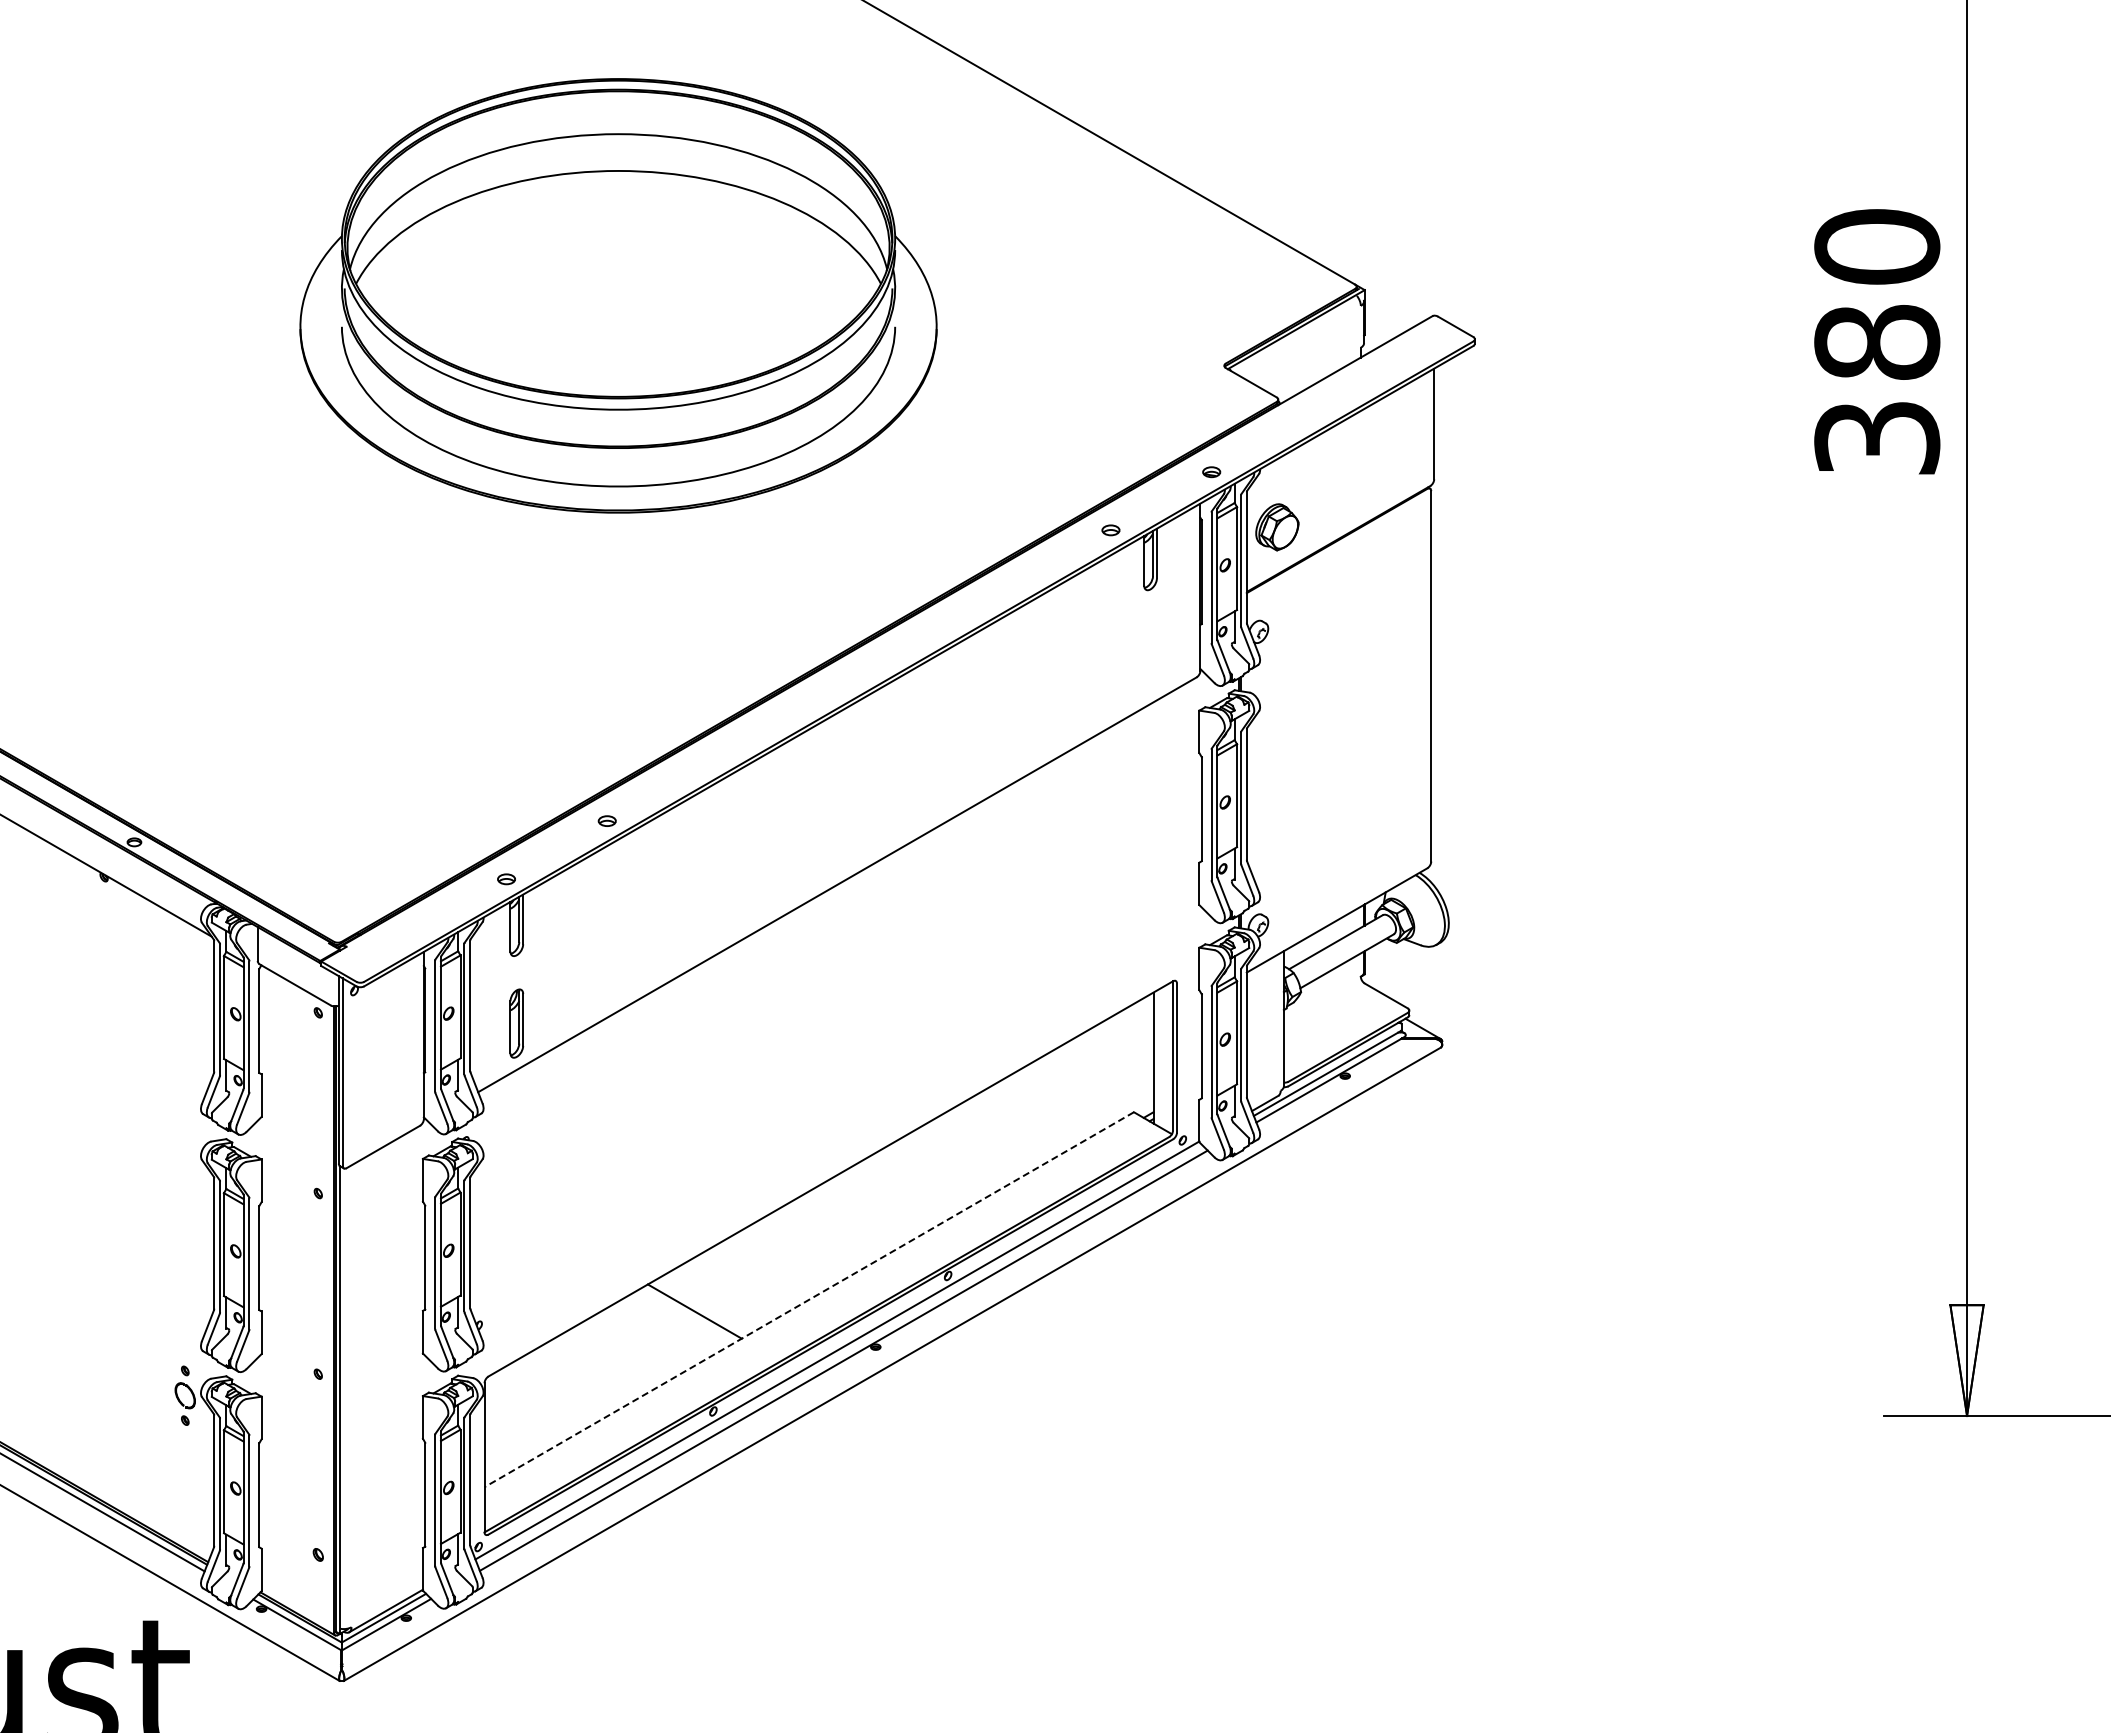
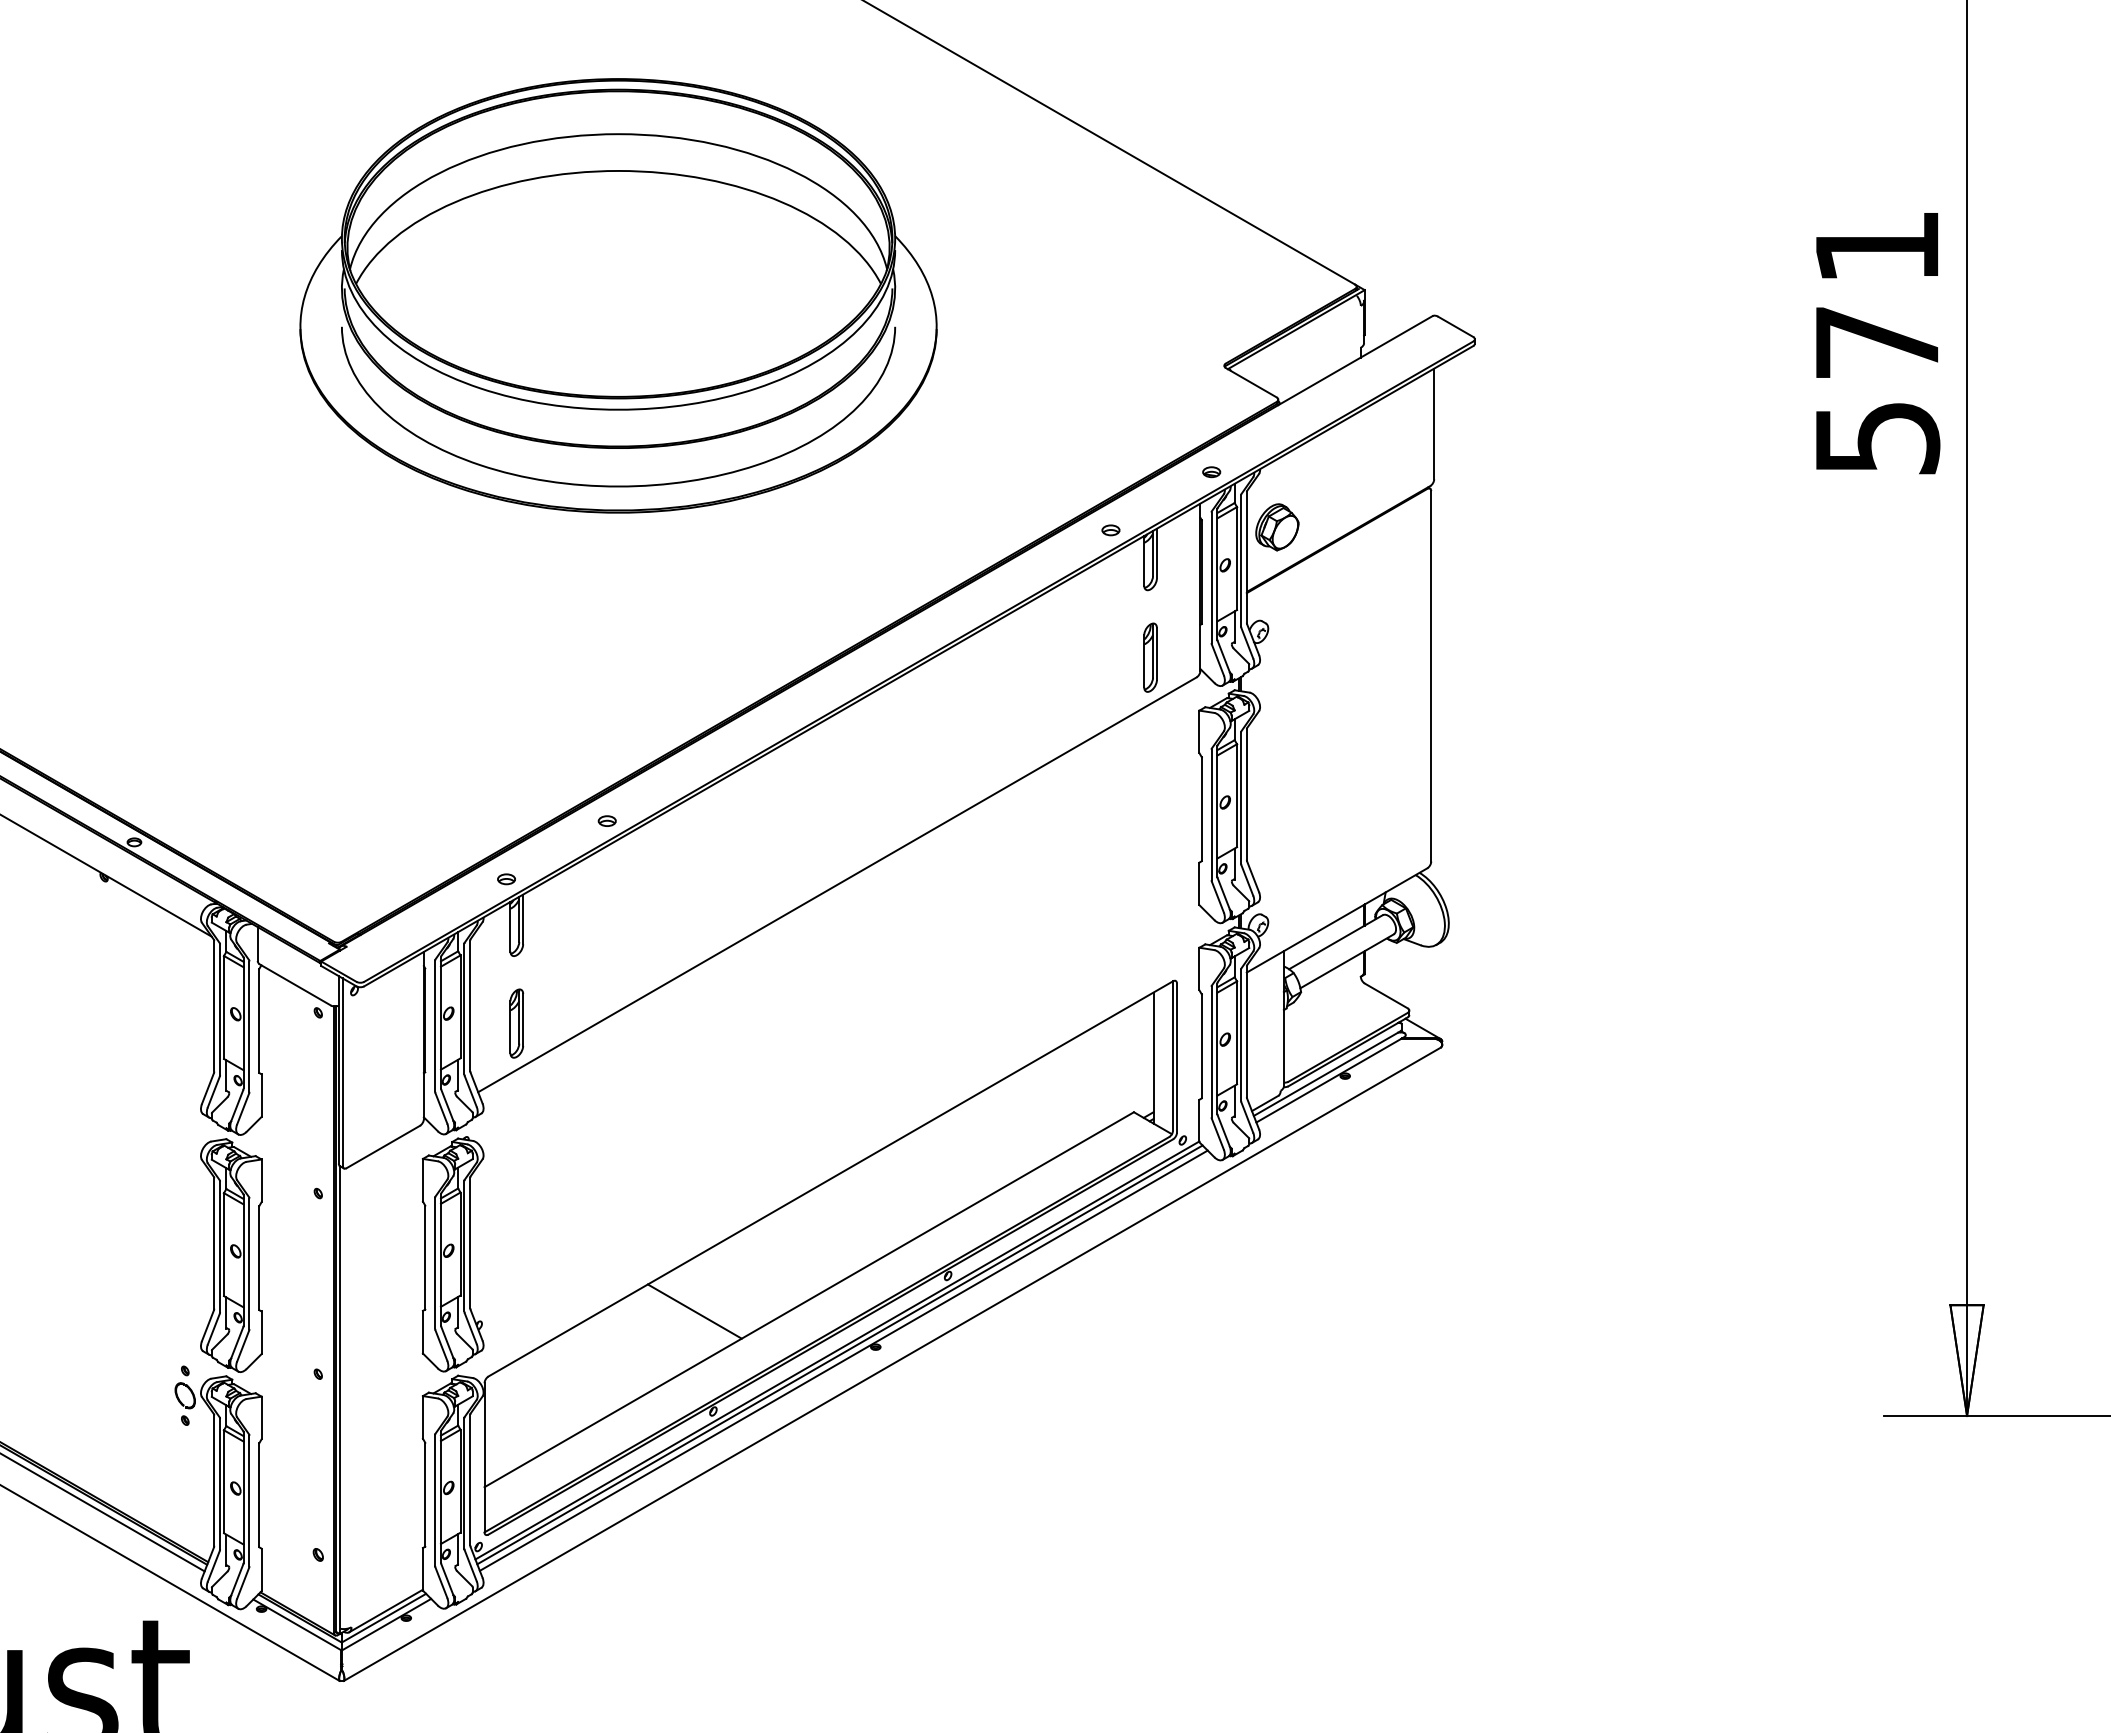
text at (1877, 341): 380 -> 571
part at (1150, 657): none -> present
line at (809, 1299): dashed -> solid
line at (839, 1354): none -> present
